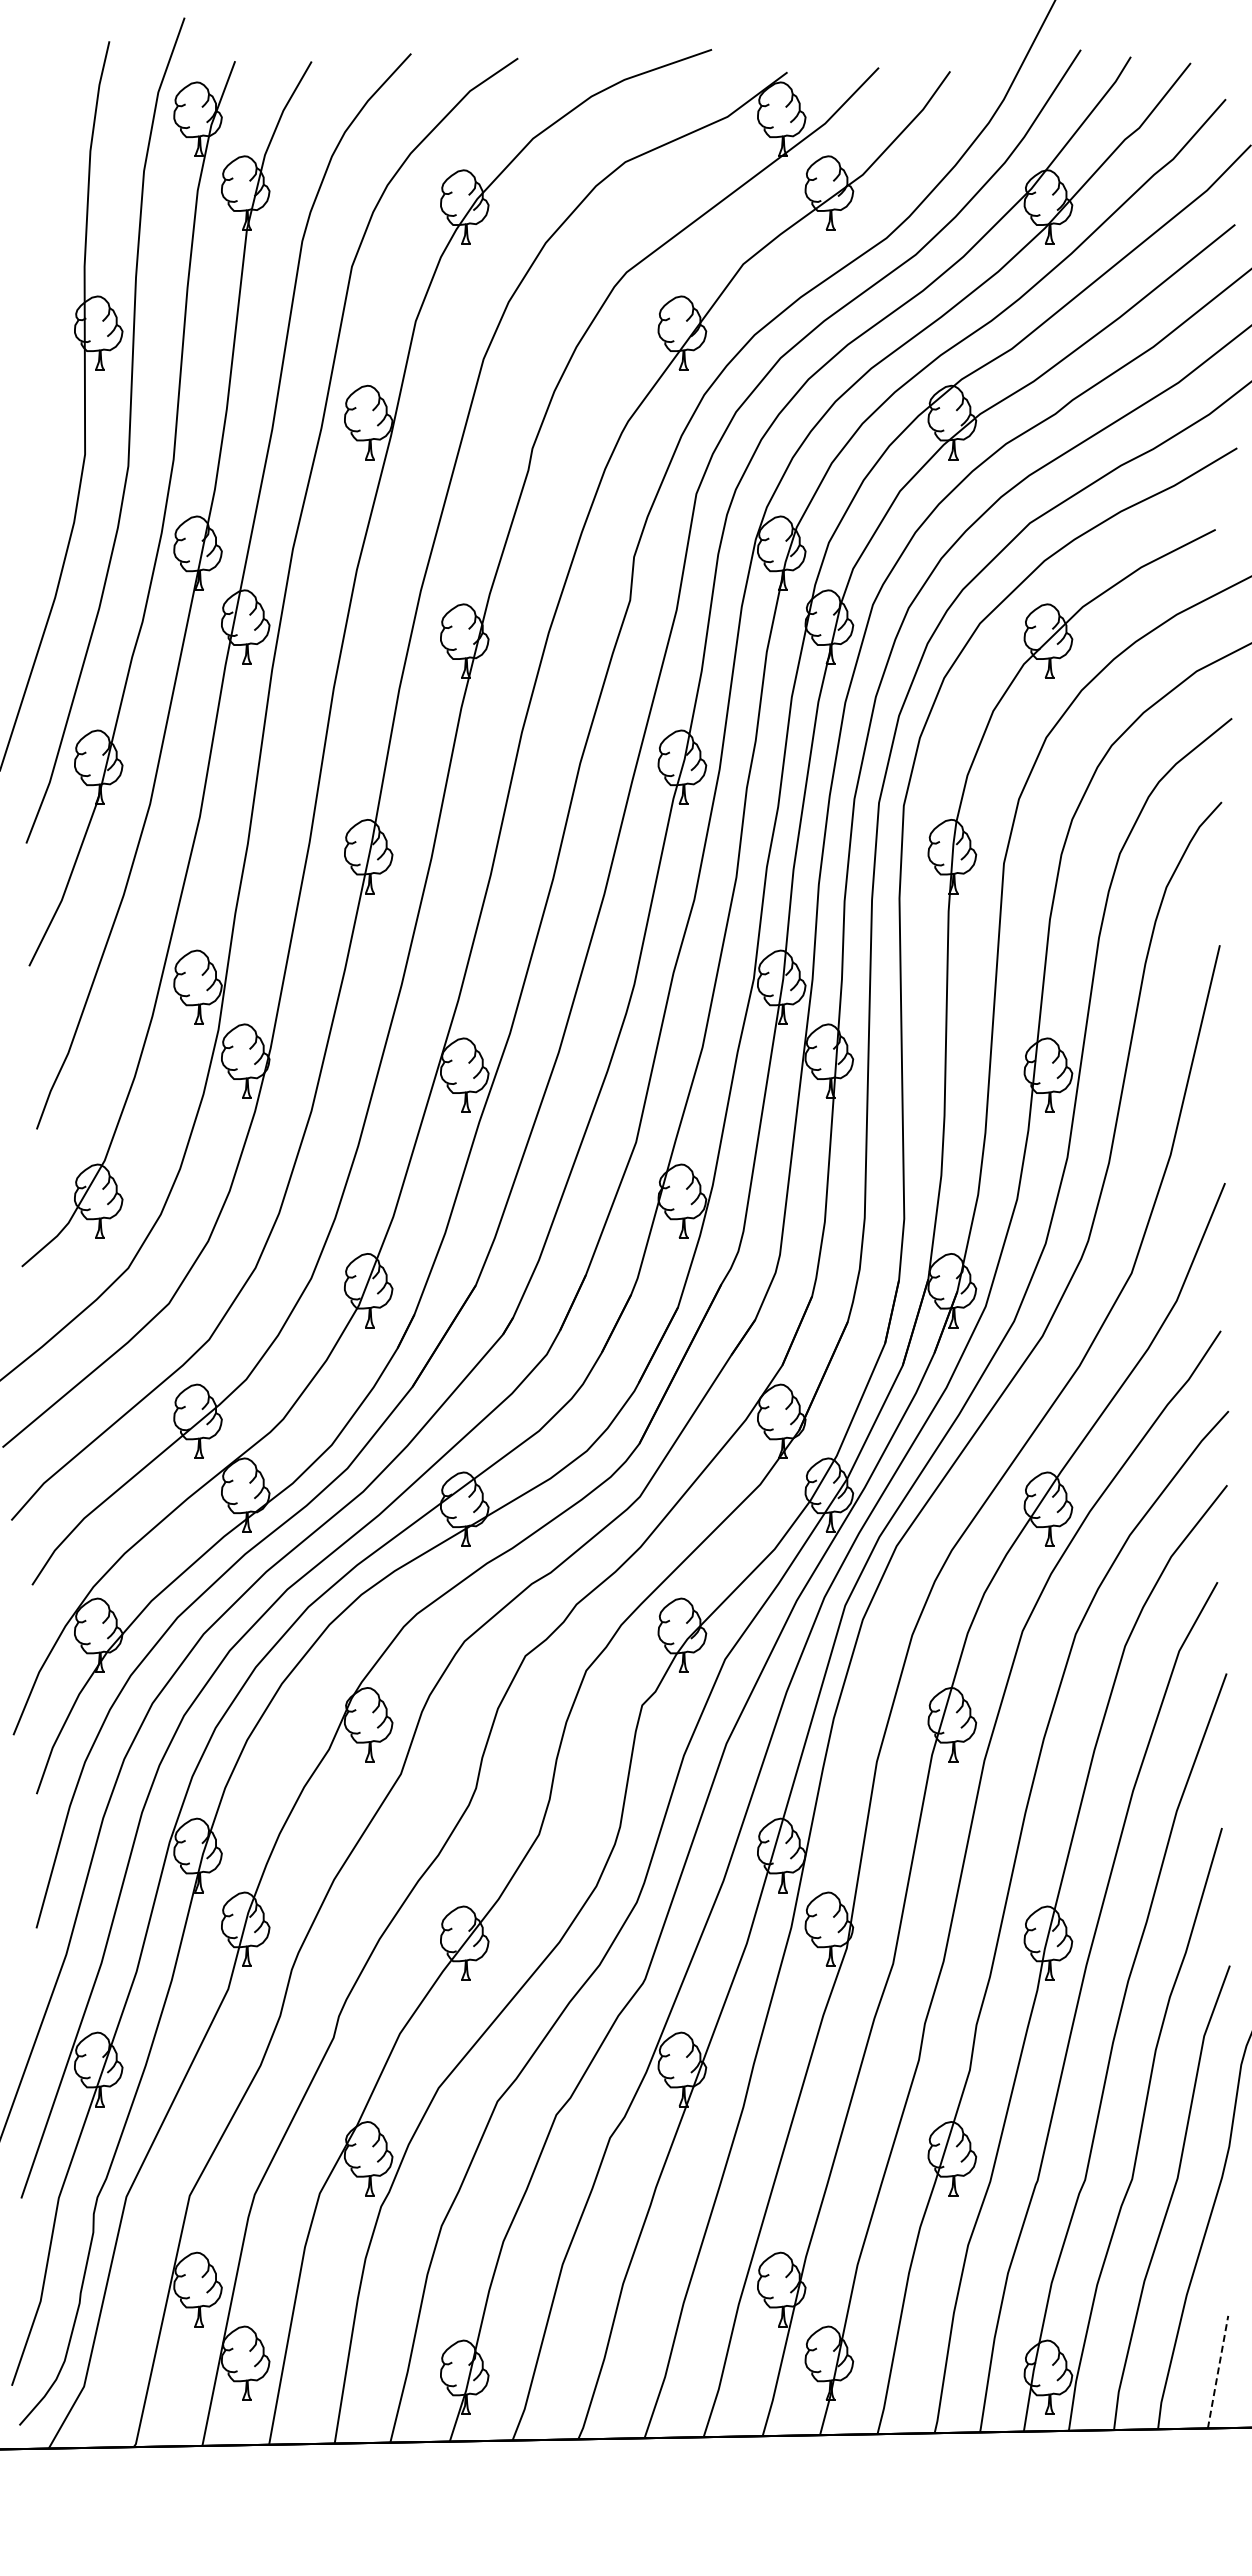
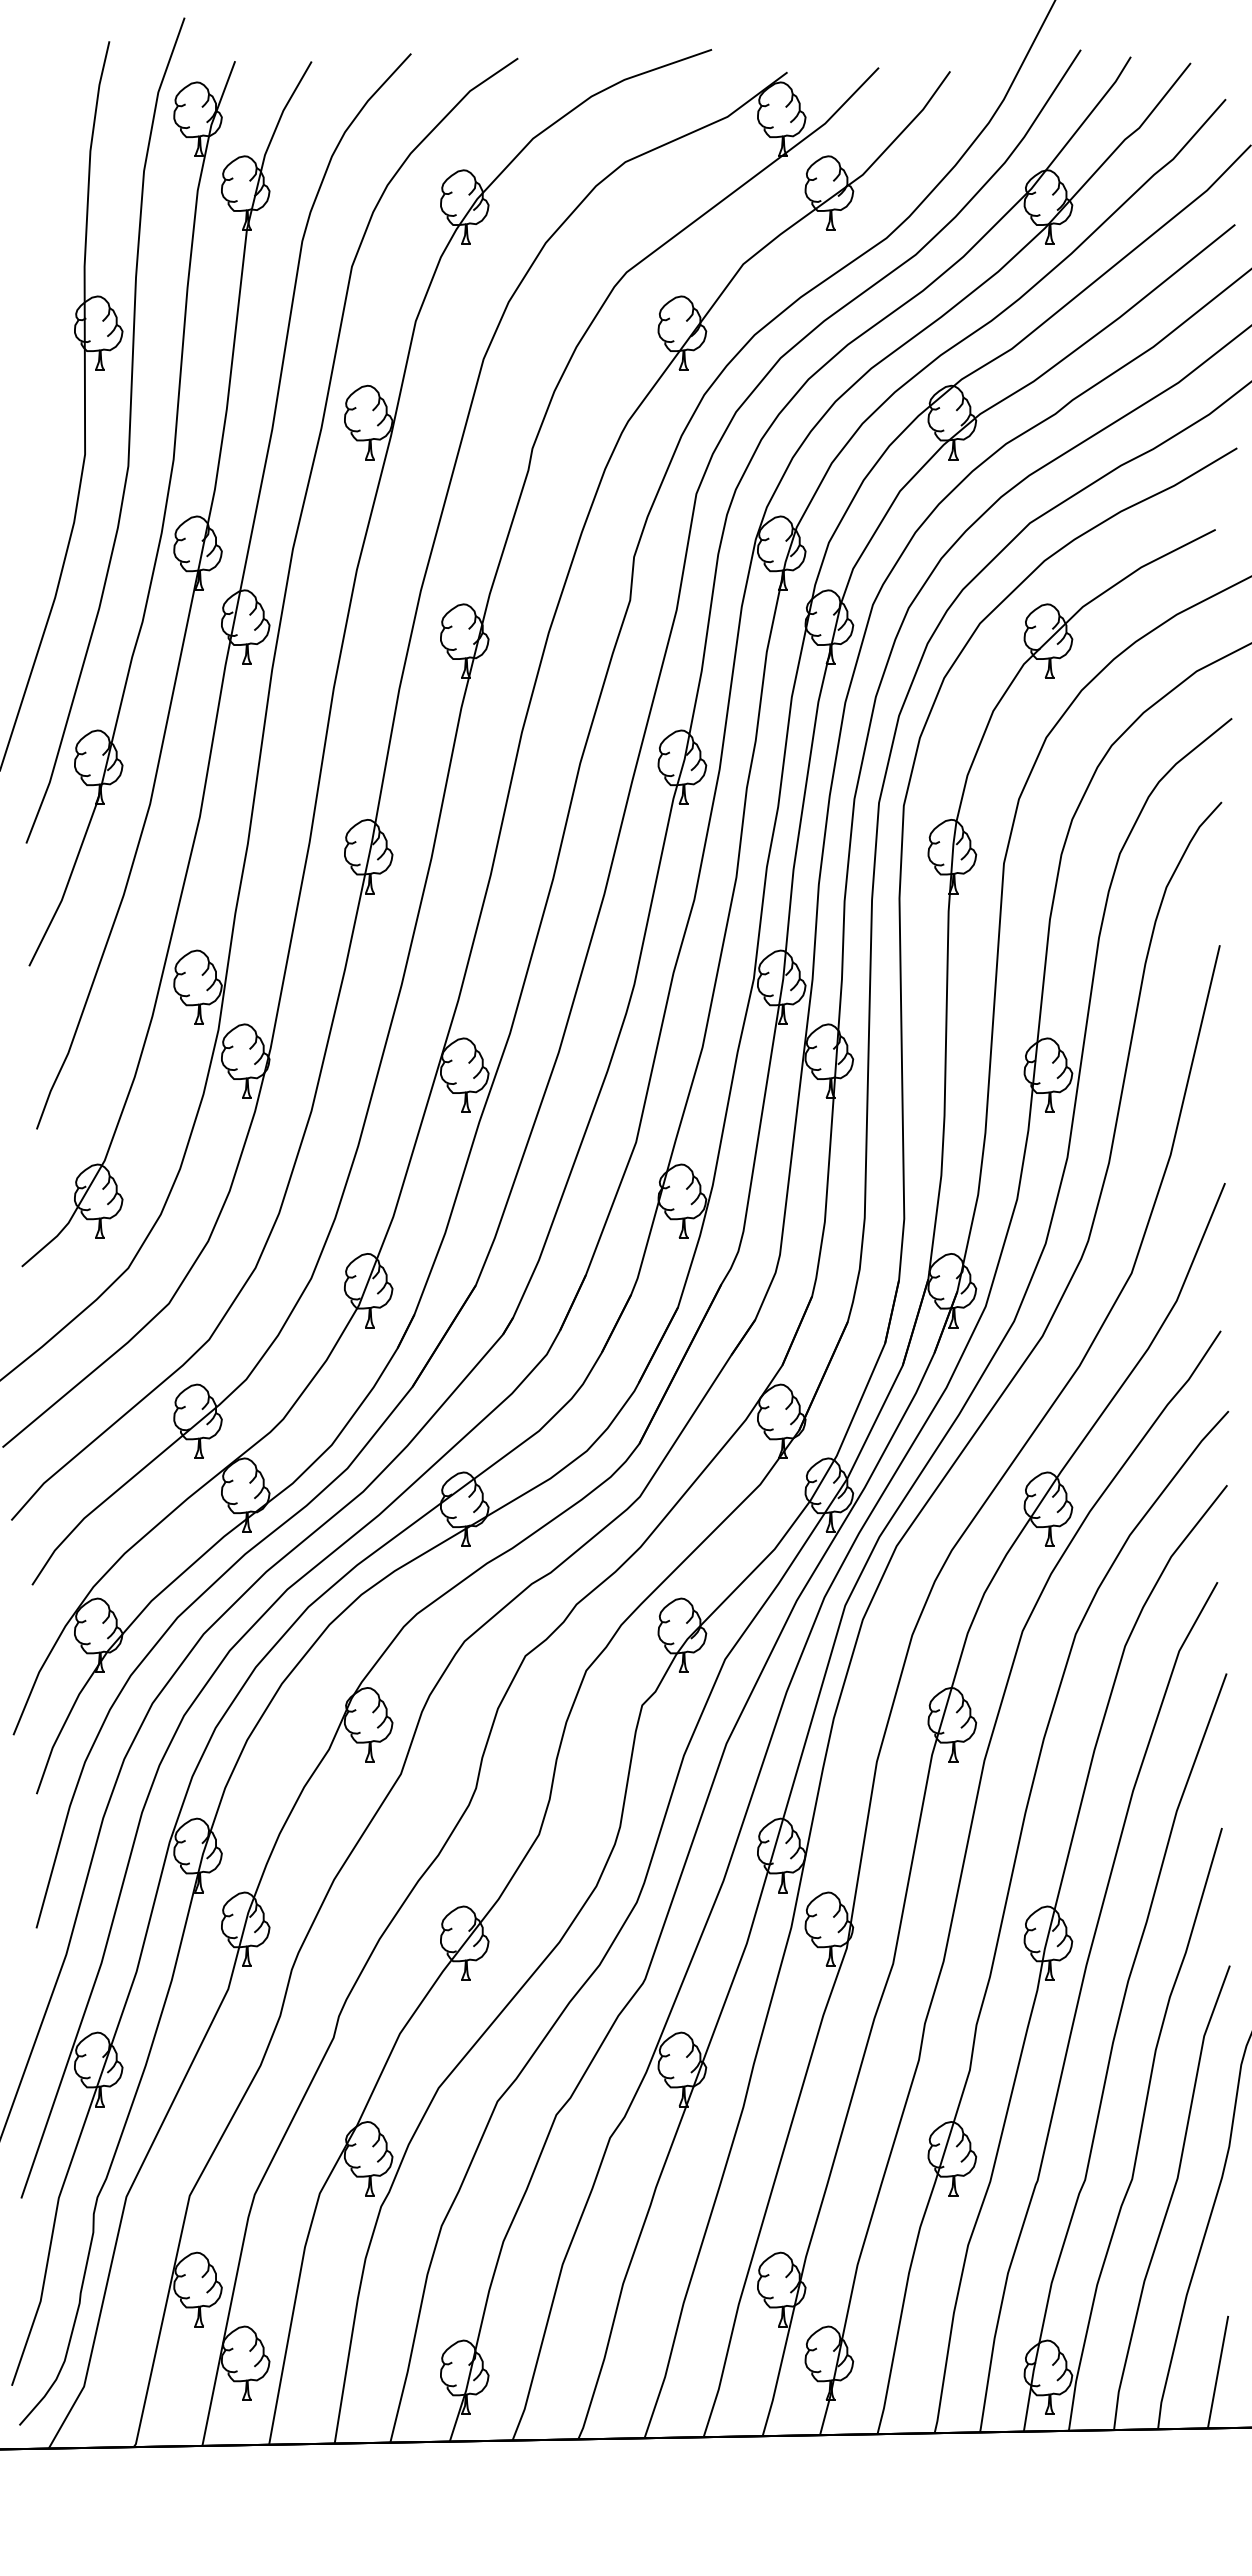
line at (1218, 2371): dashed -> solid
